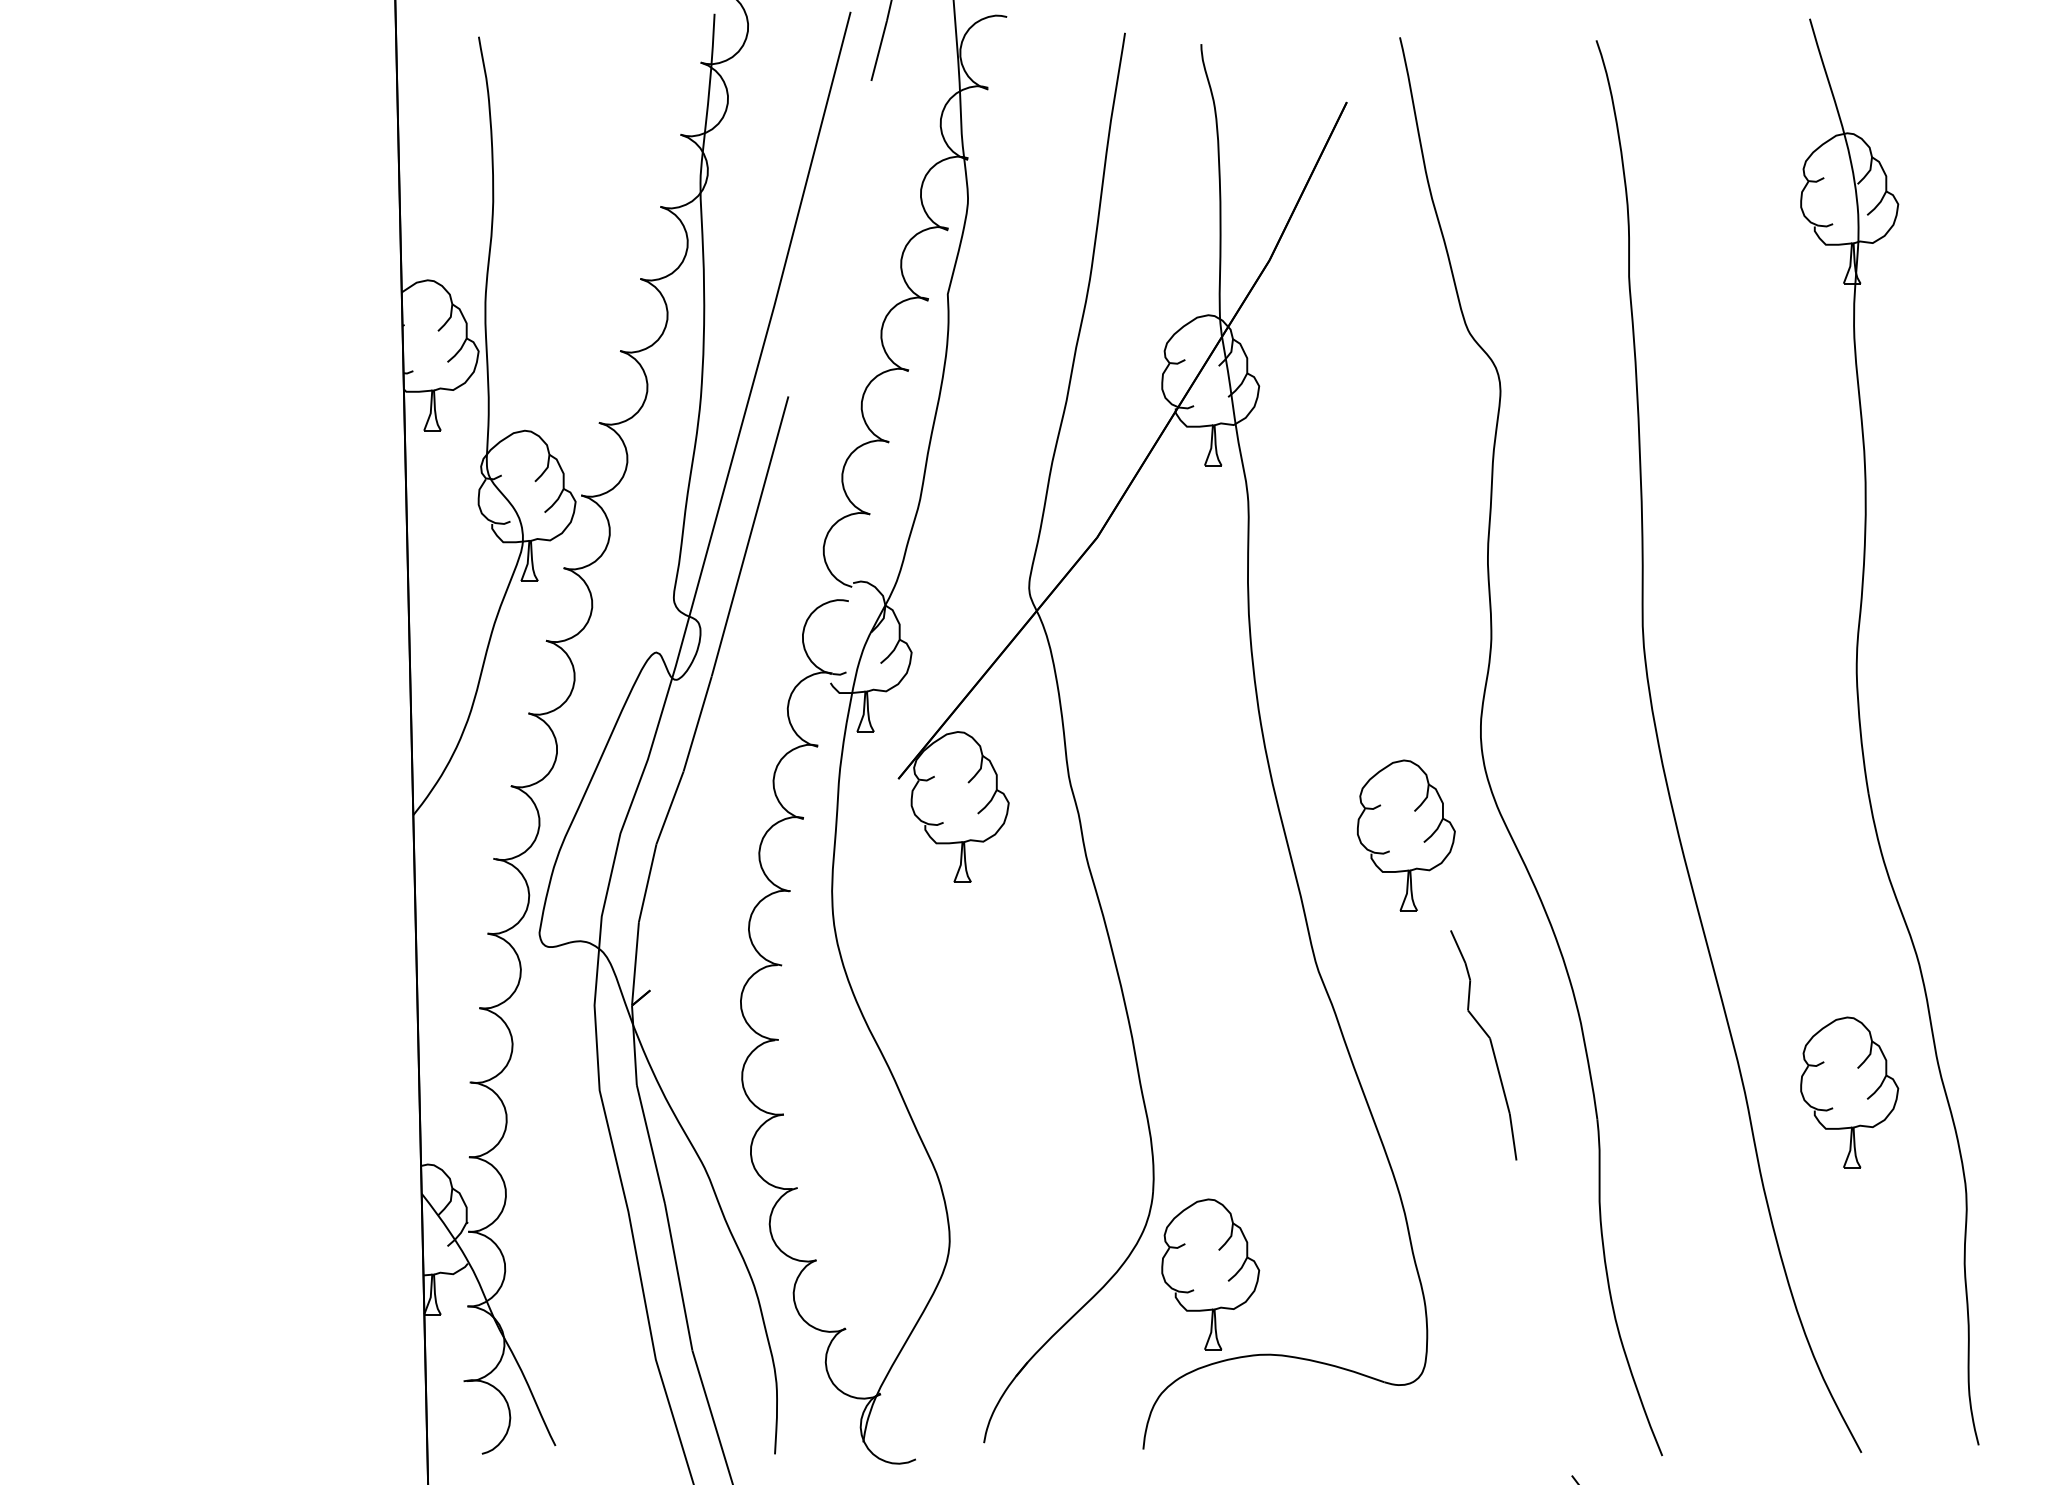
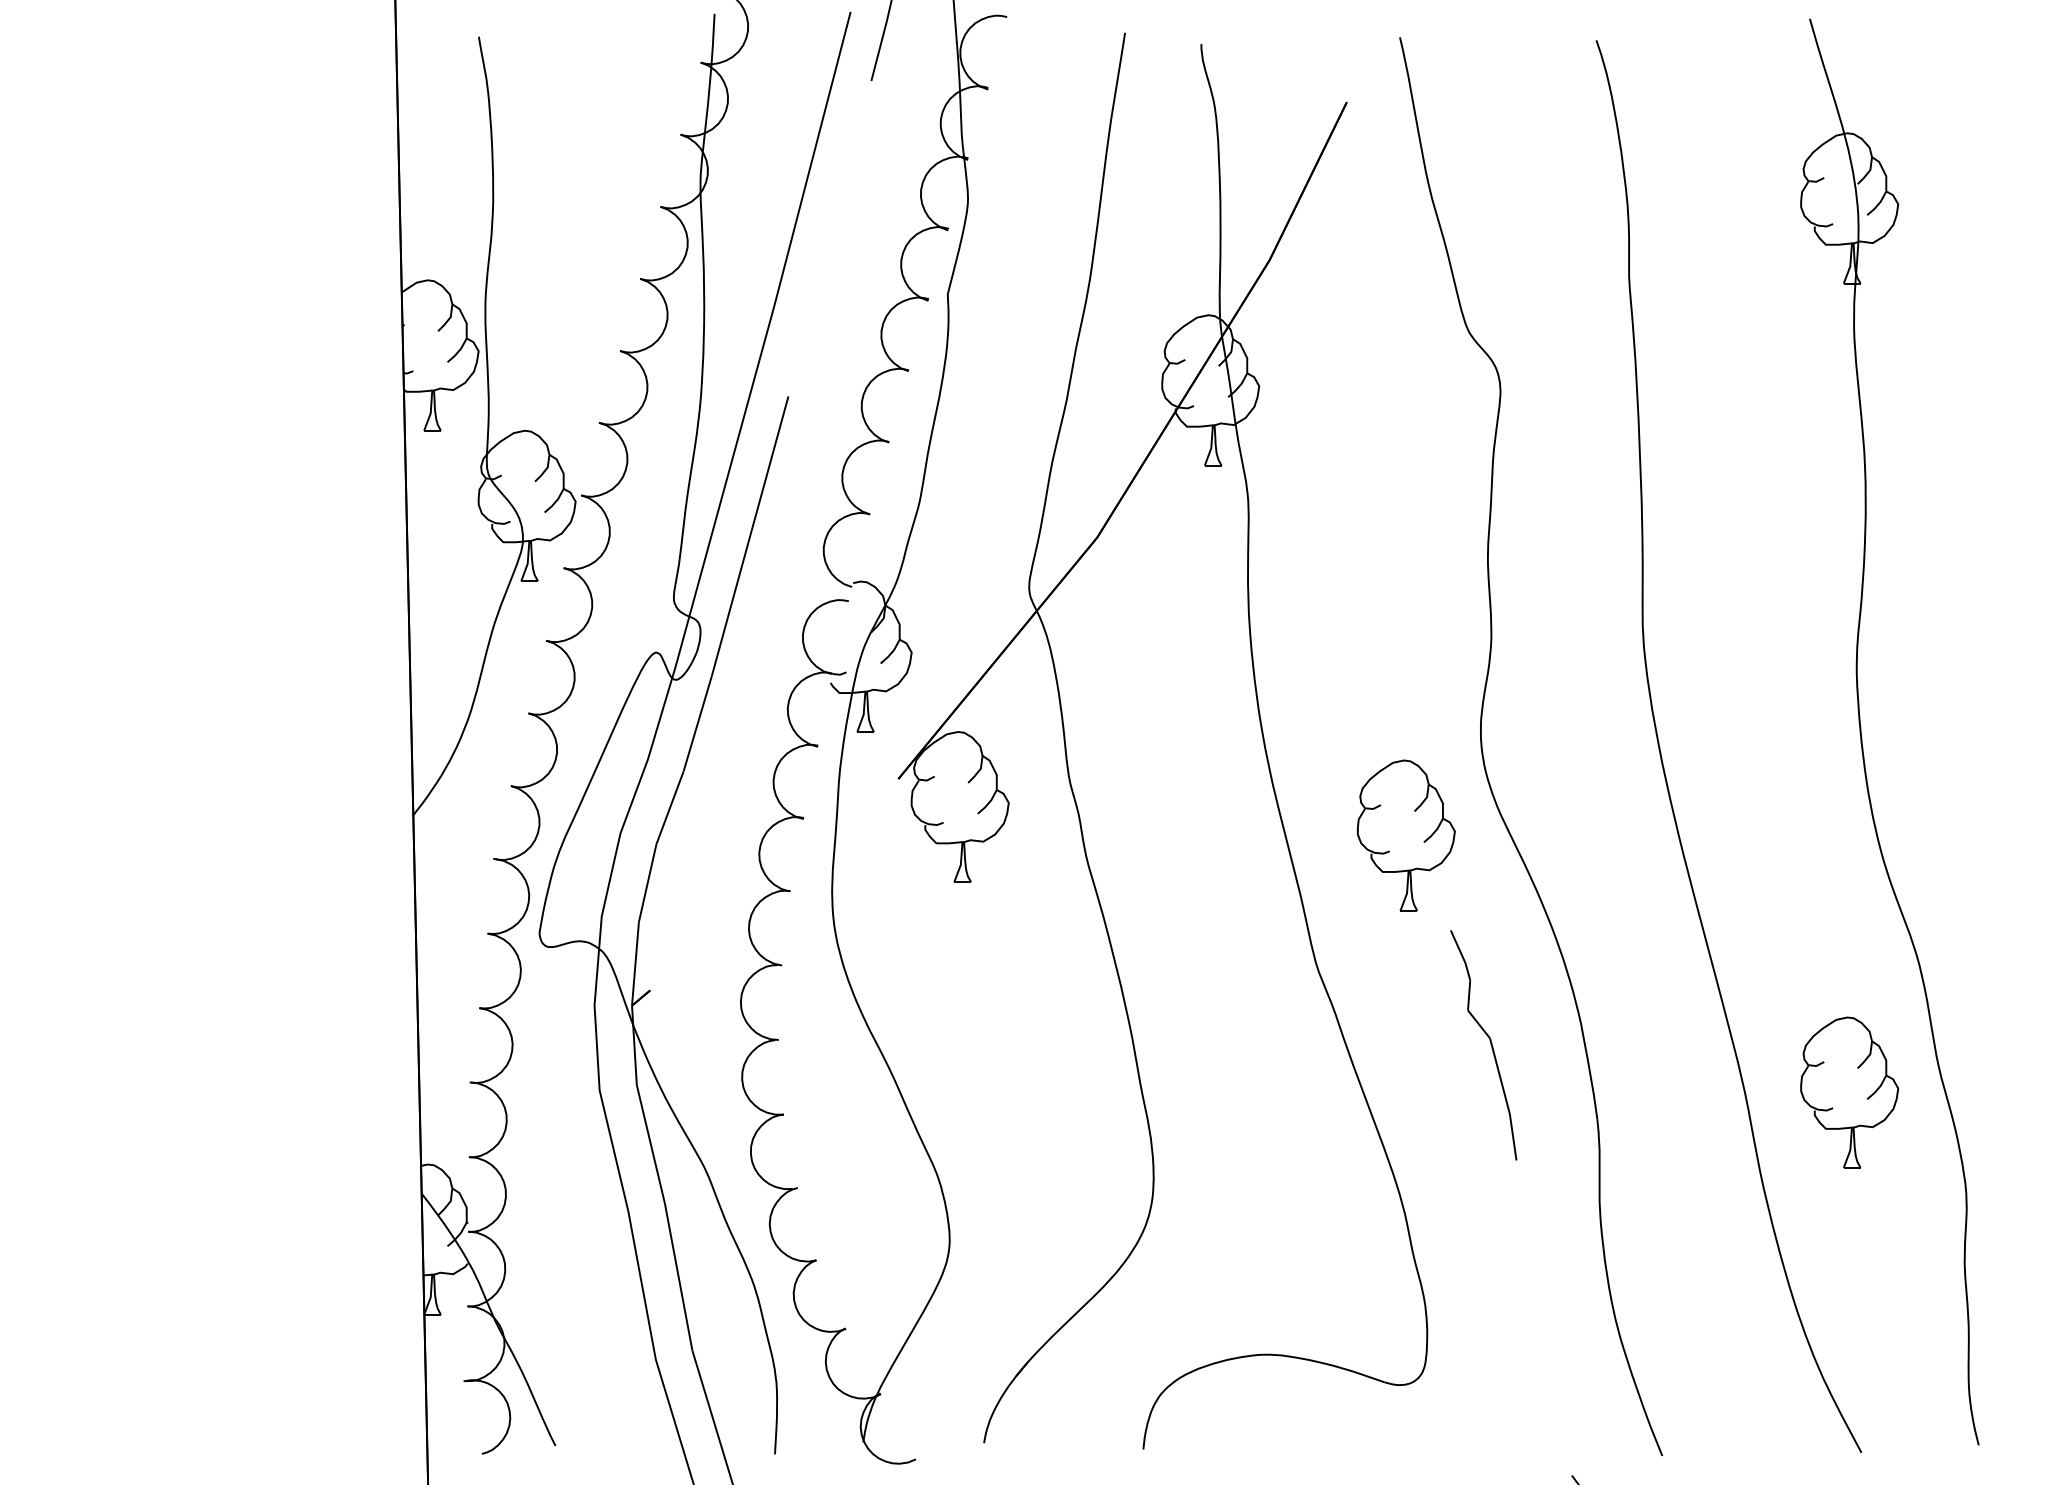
part at (1210, 1274): present -> none
